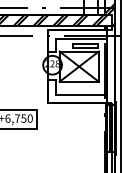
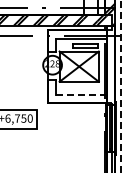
line at (120, 86): solid -> dashed
line at (81, 94): solid -> dashed
